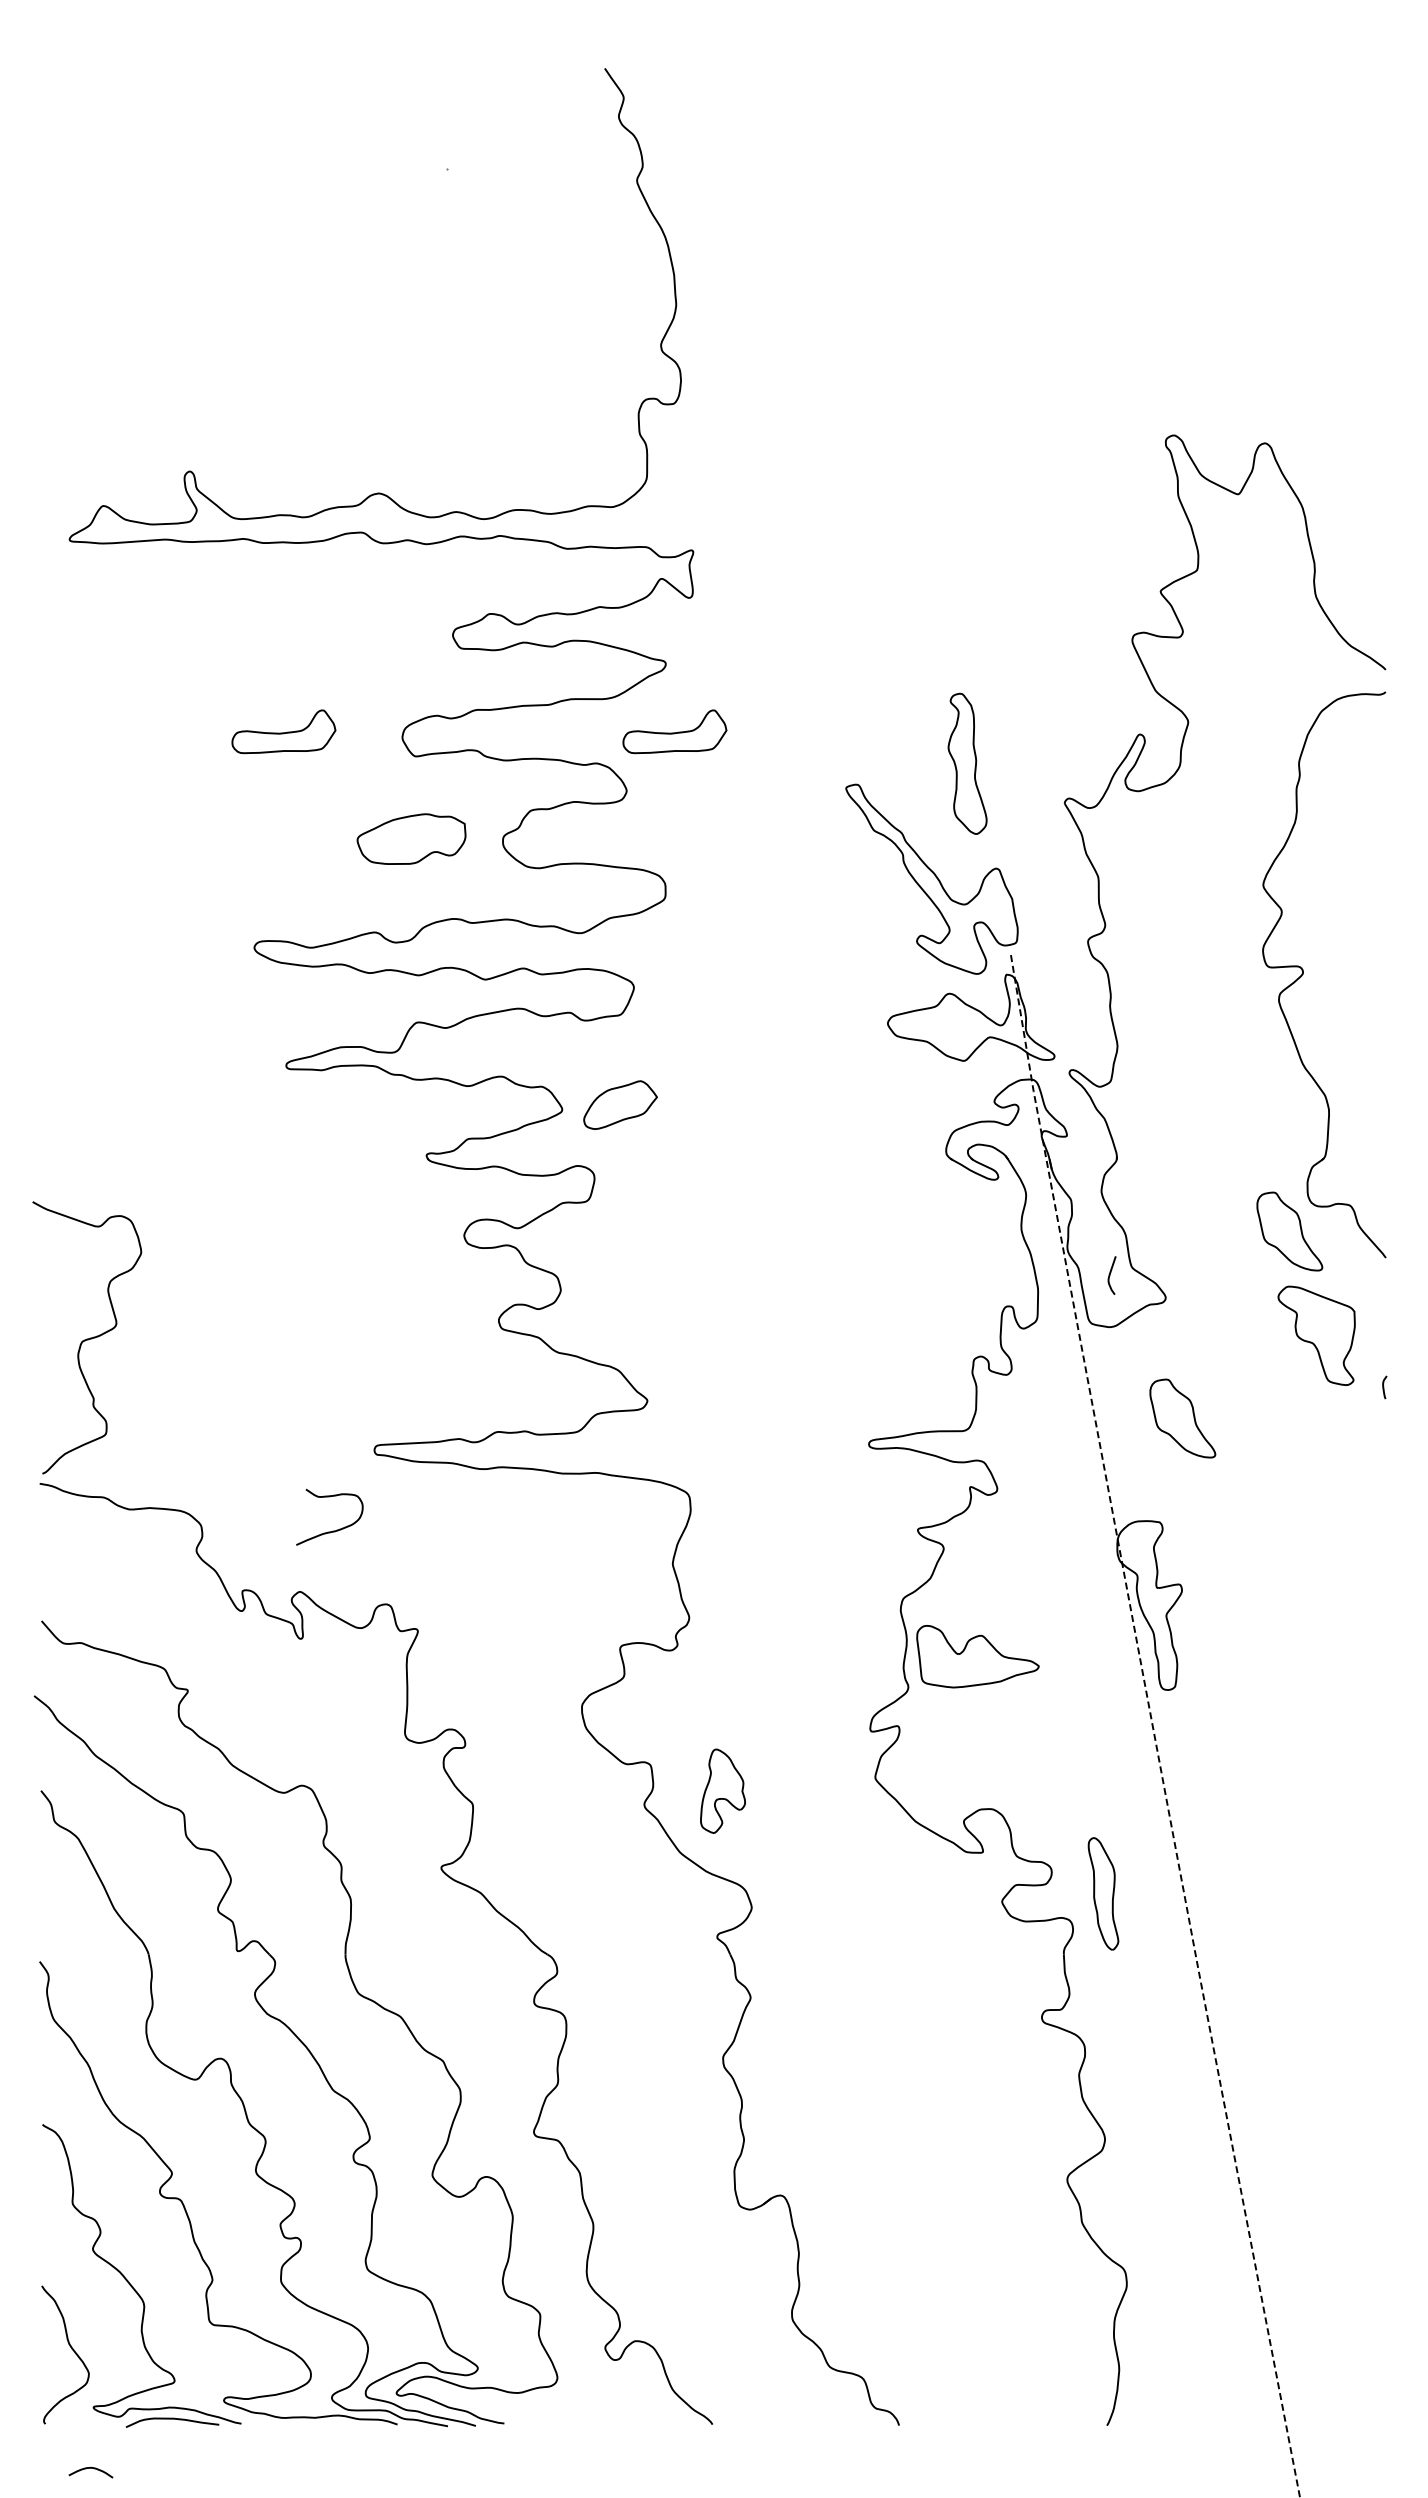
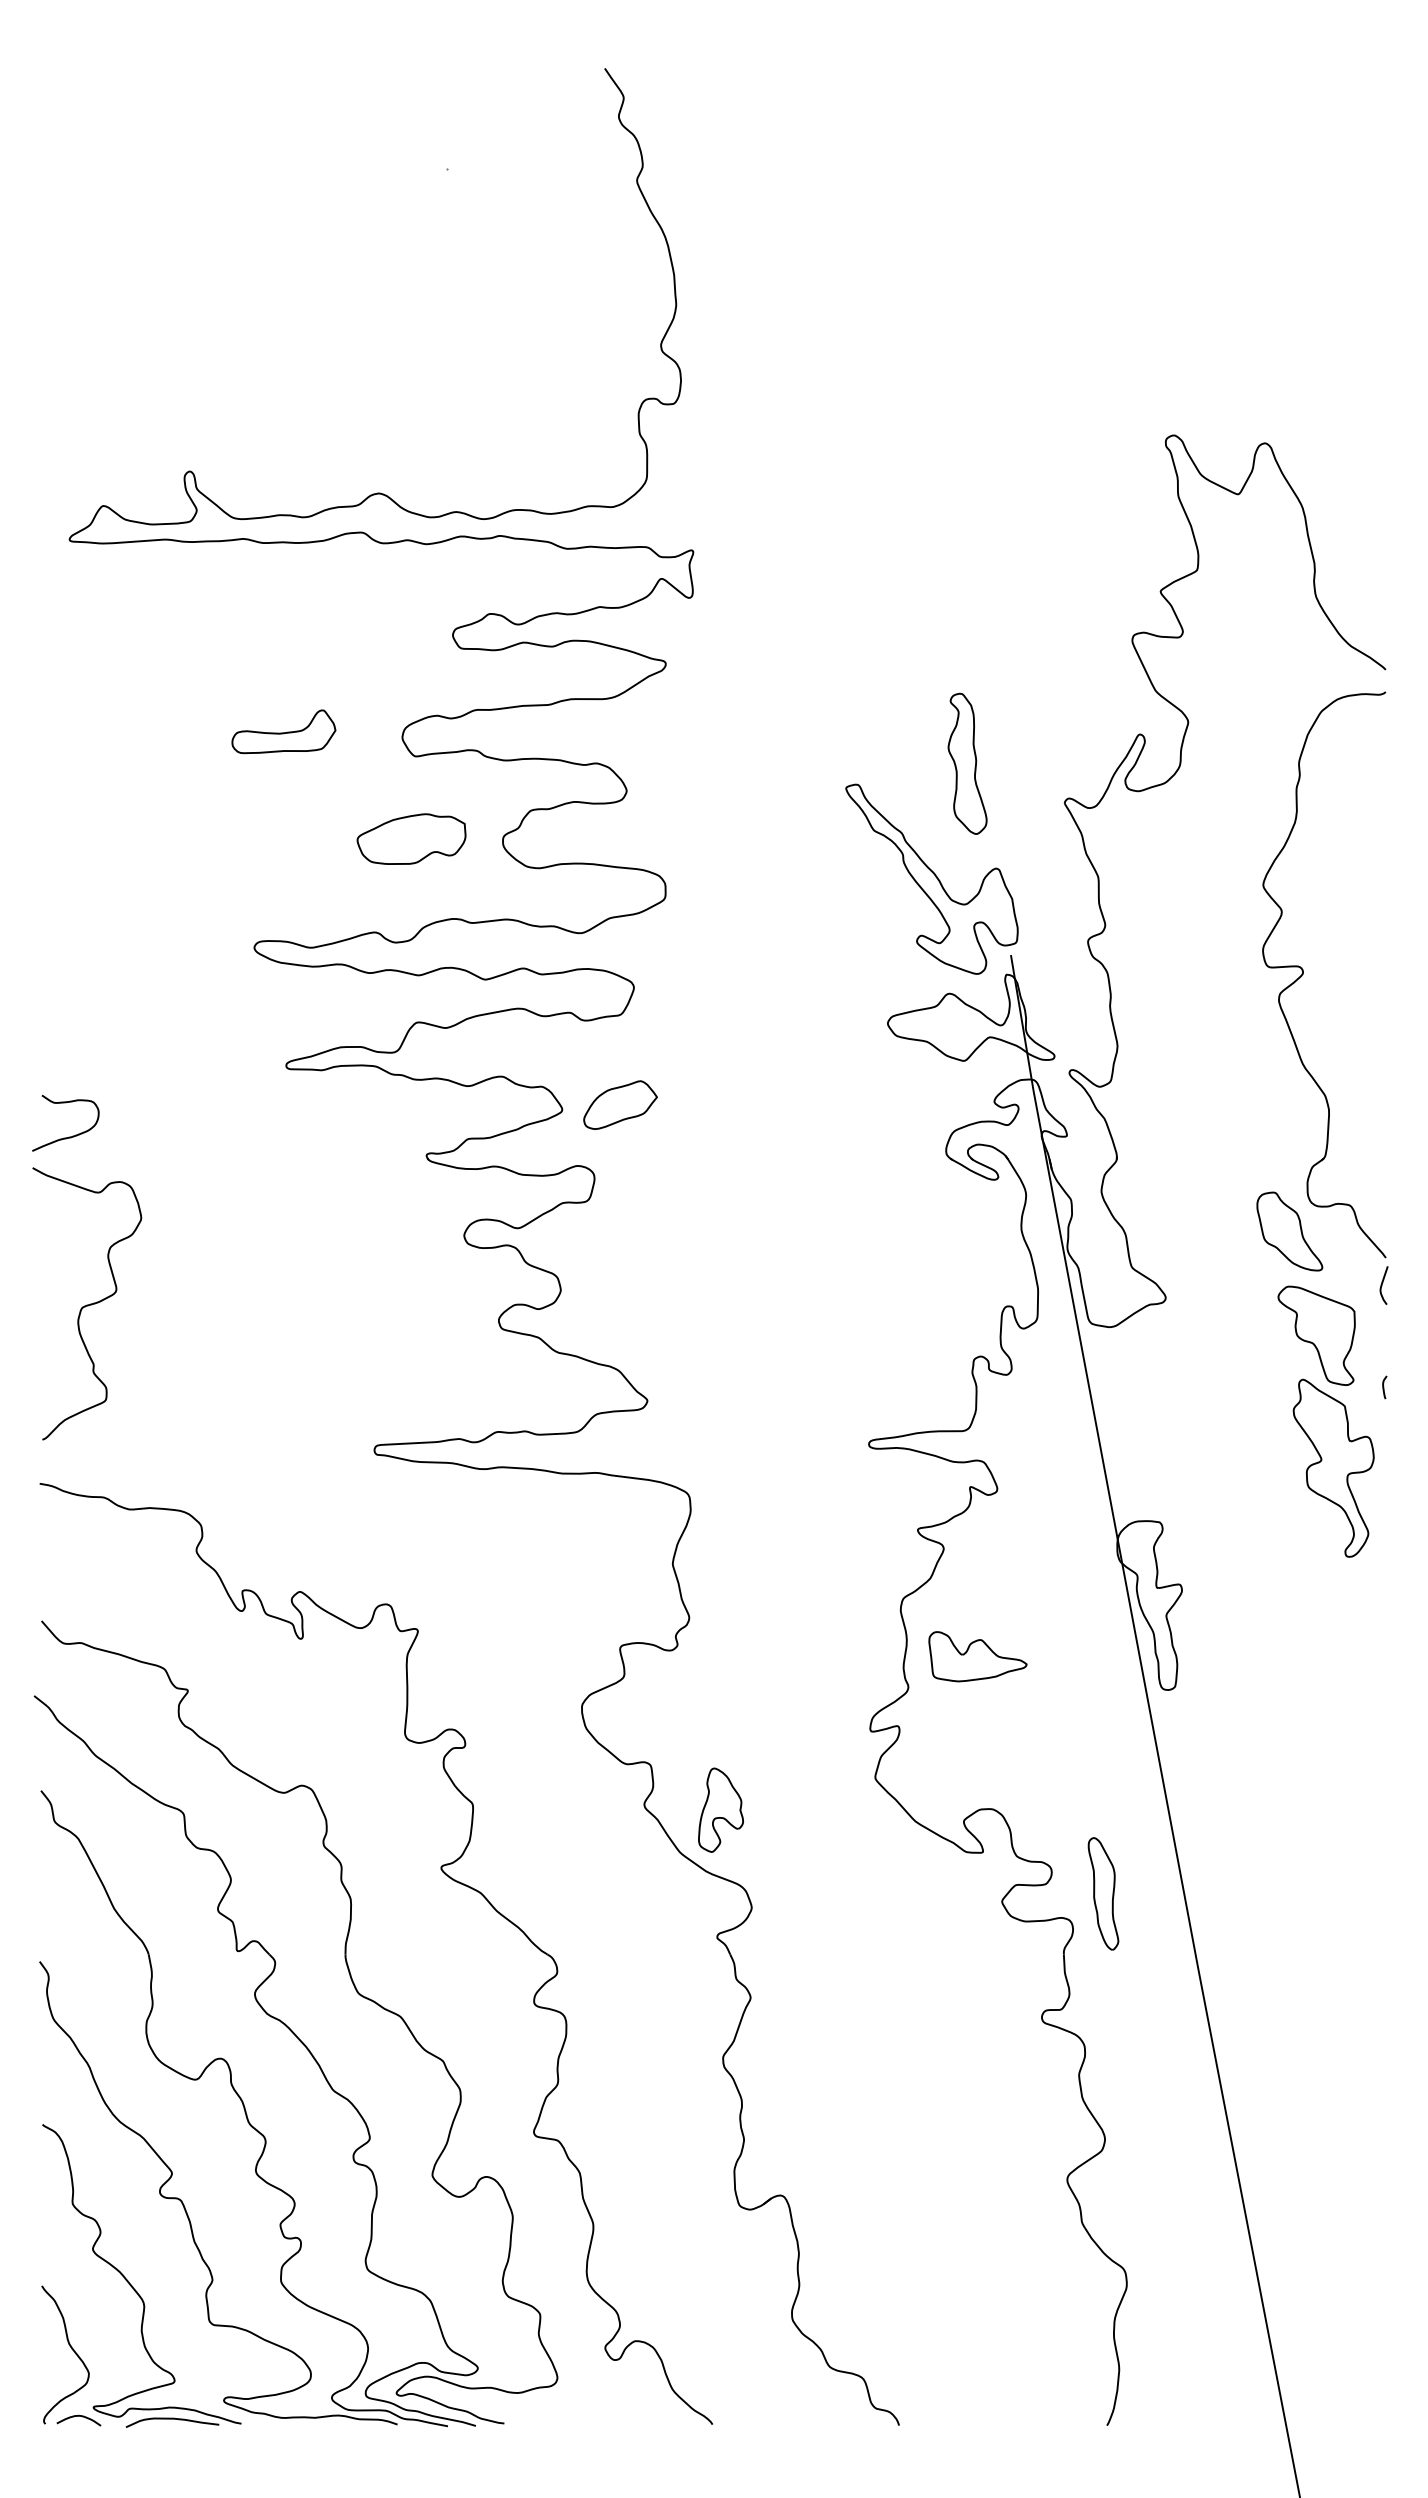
part at (674, 731): present -> none
curve at (1110, 1275) position: (1110, 1275) -> (1382, 1285)
curve at (87, 1338) position: (87, 1338) -> (87, 1304)
part at (1182, 1418): present -> none
part at (1333, 1467): none -> present
curve at (332, 1530) position: (332, 1530) -> (68, 1136)
part at (977, 1656) size: 124x64 px -> 100x52 px
line at (1152, 1726): dashed -> solid
part at (722, 1790) position: (722, 1790) -> (720, 1809)
curve at (90, 2468) position: (90, 2468) -> (78, 2416)
